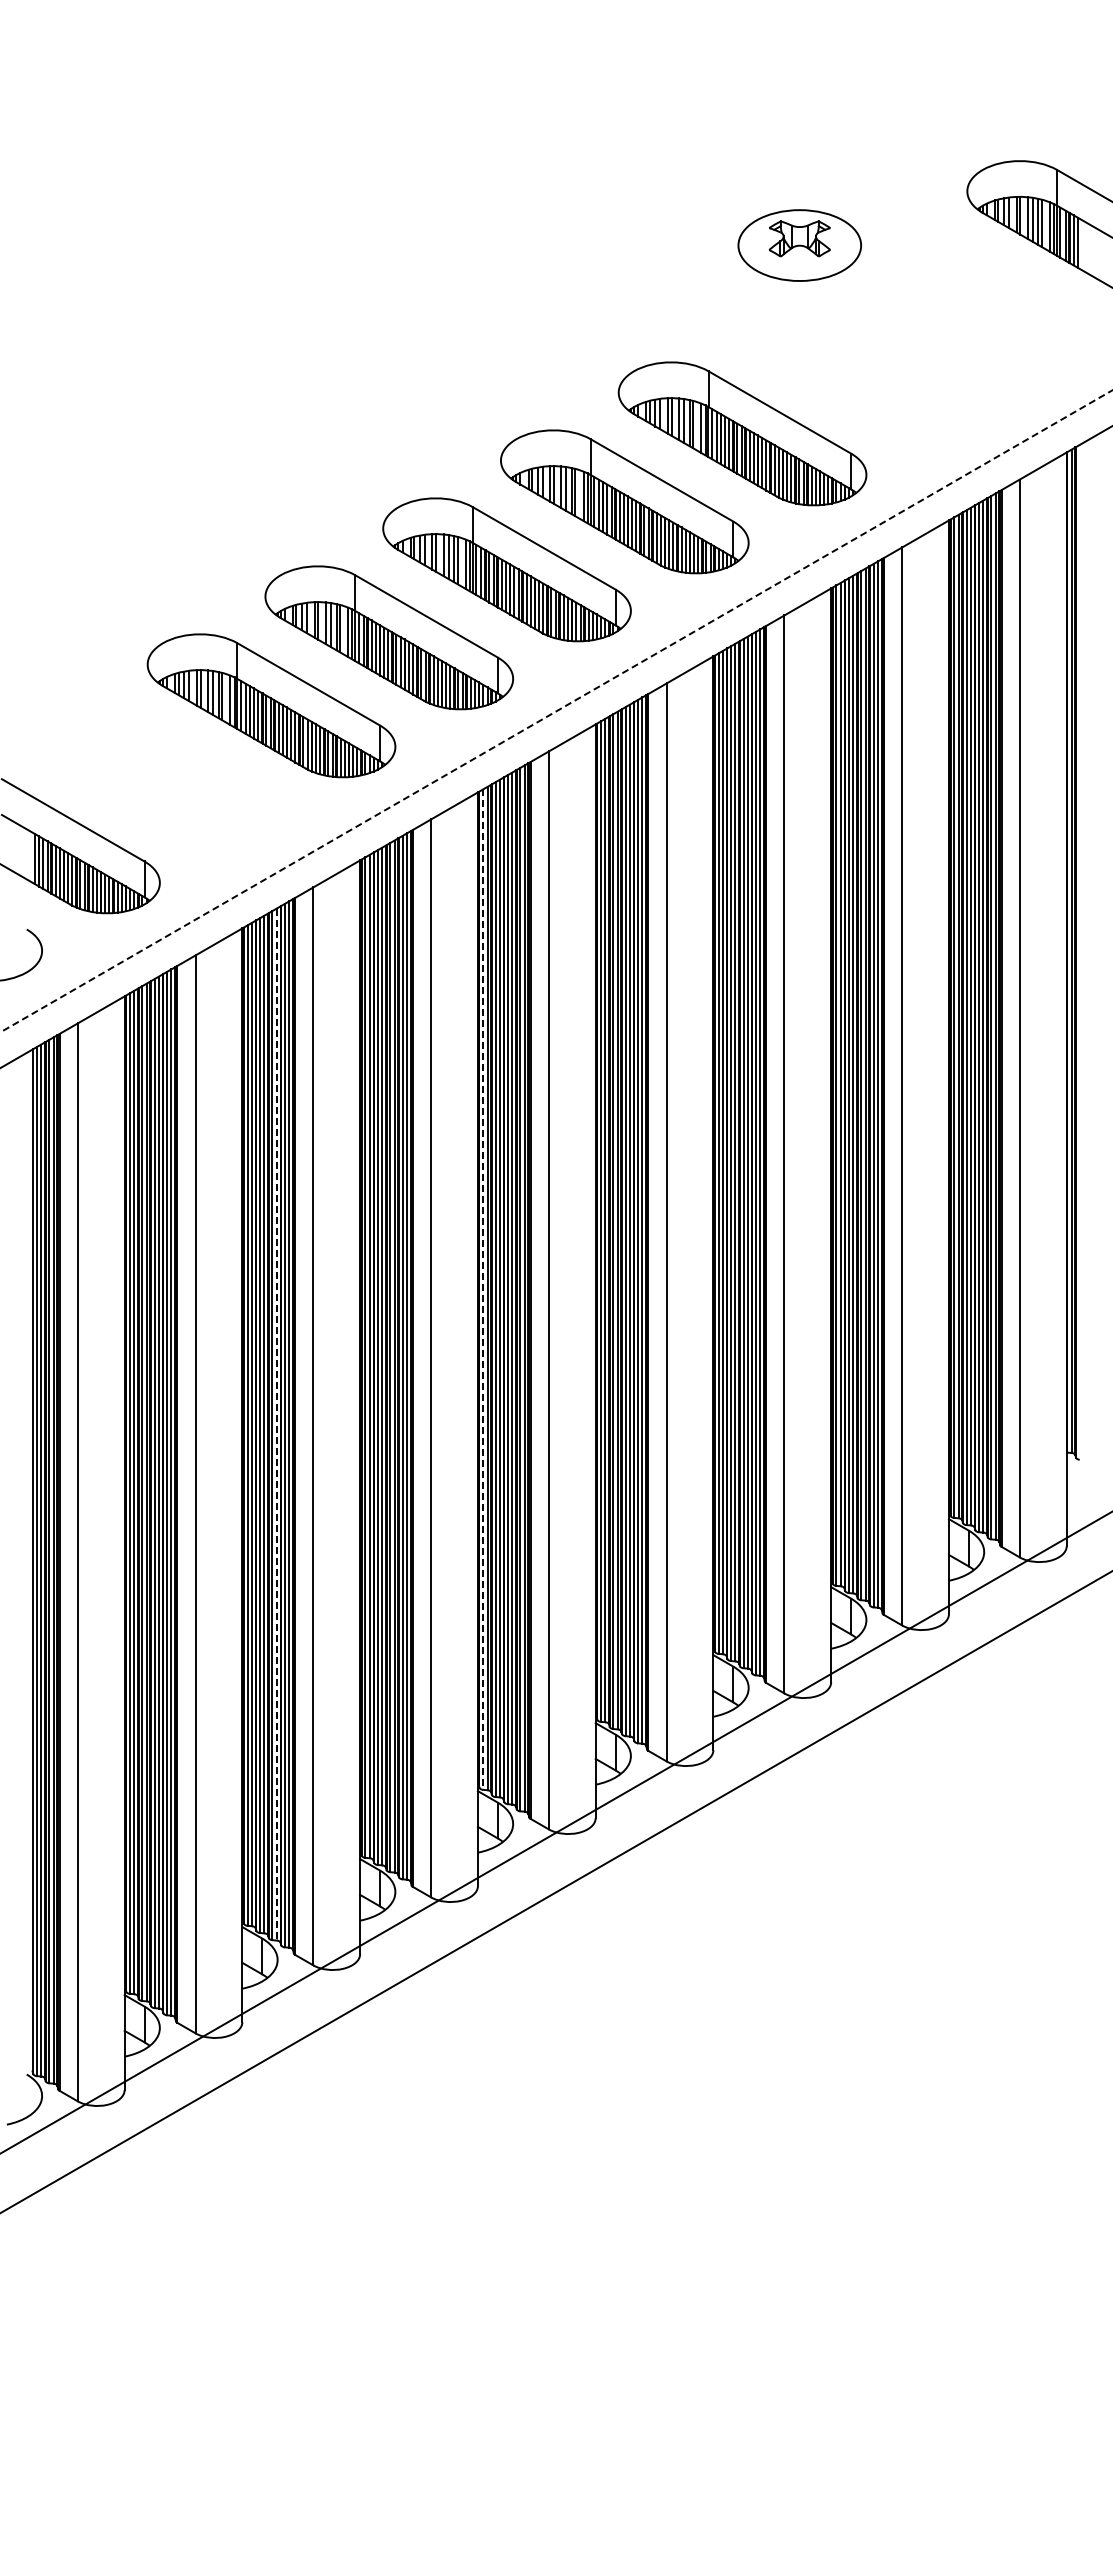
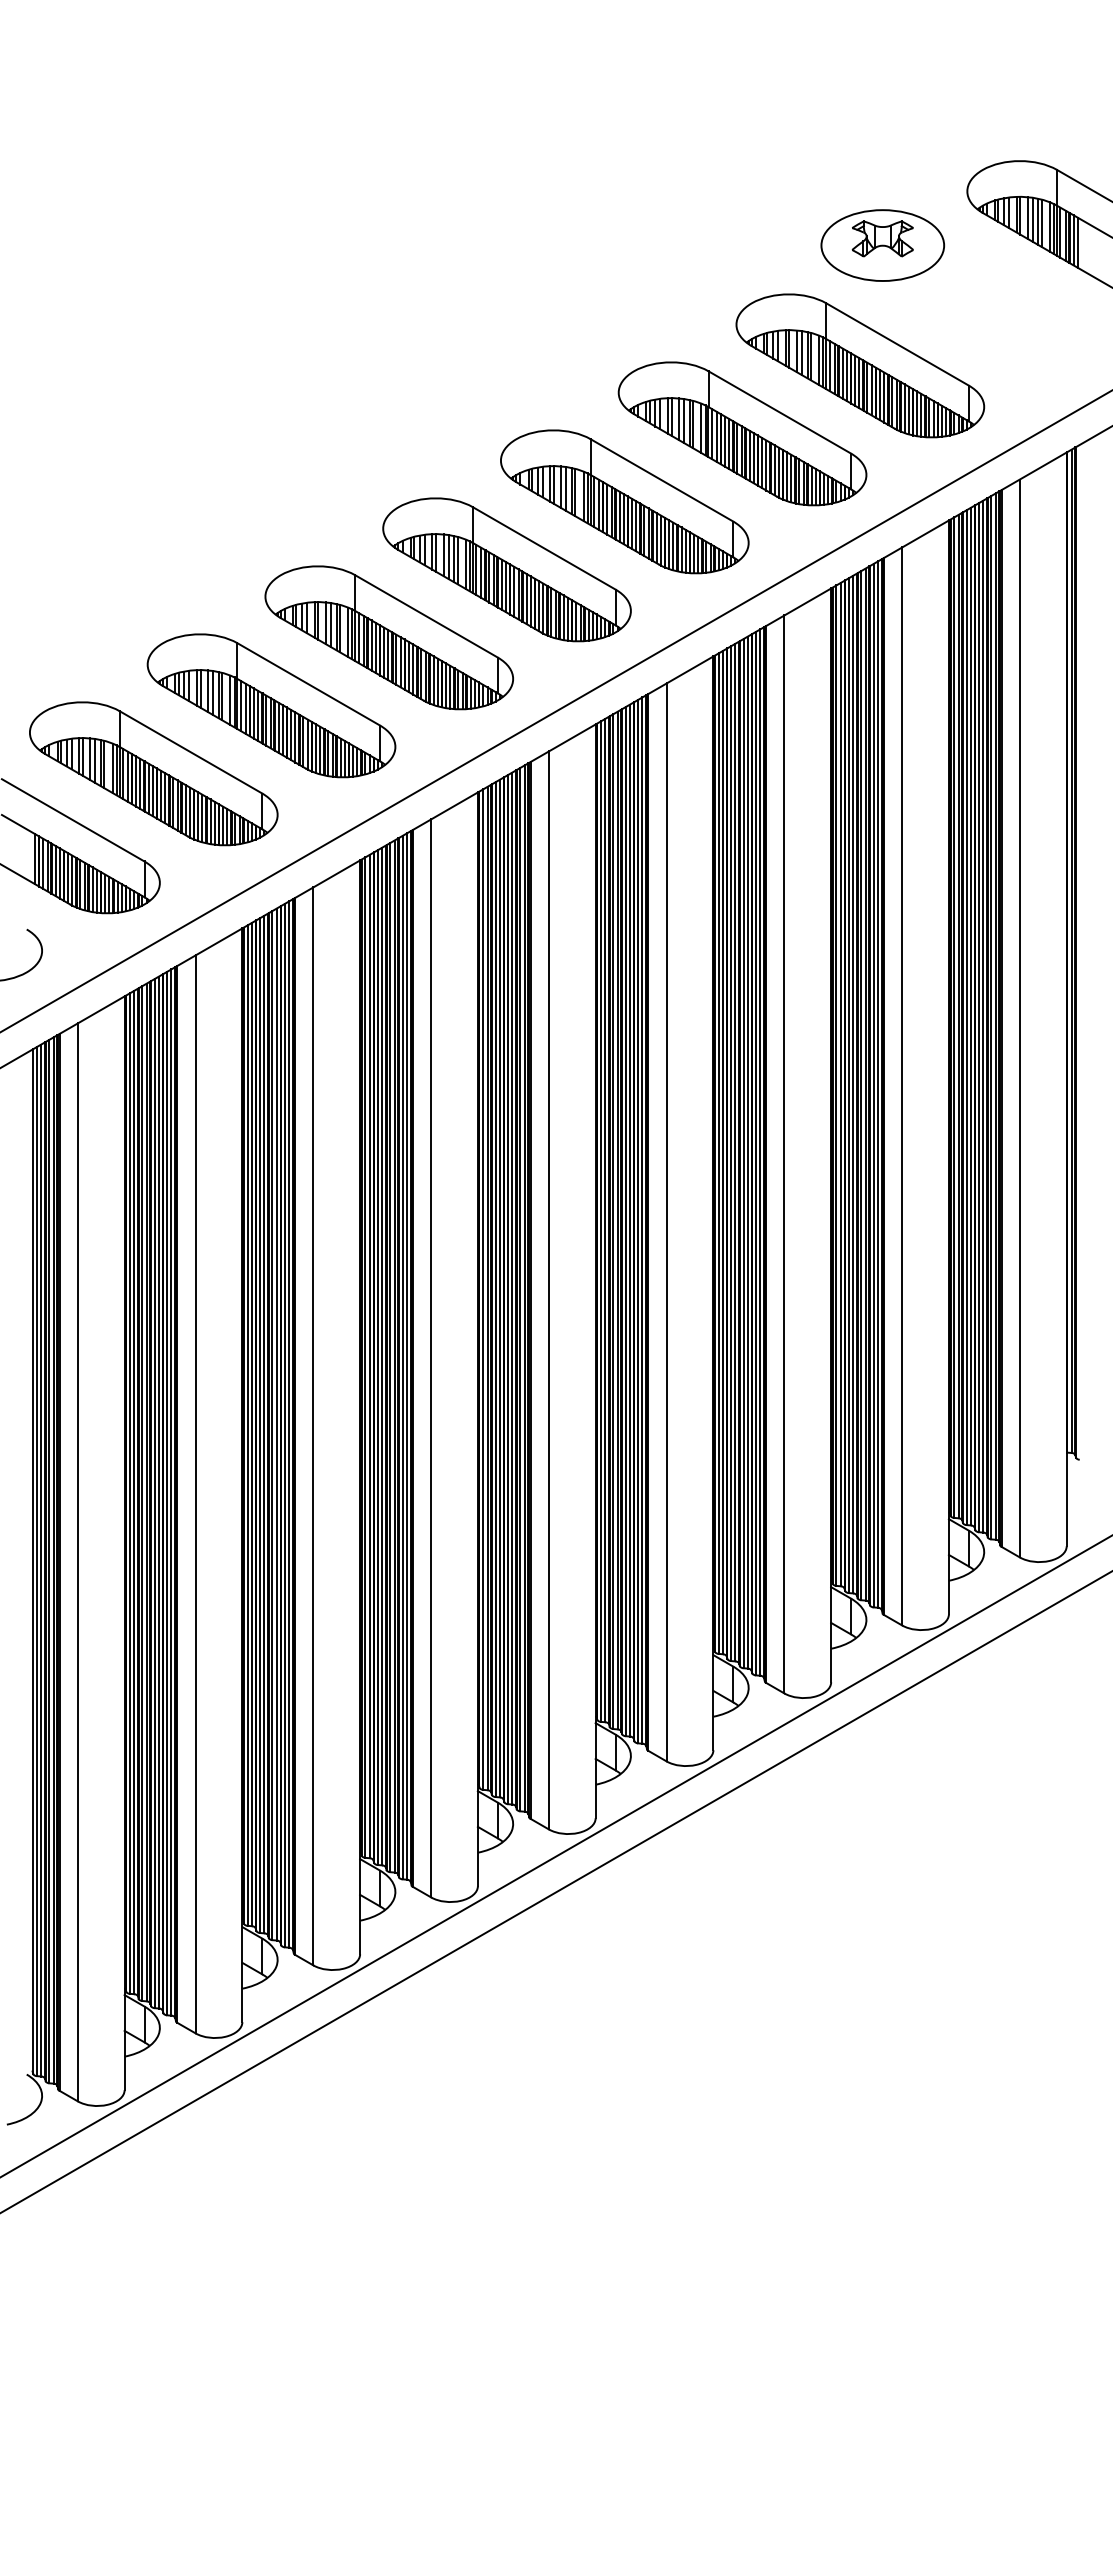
part at (799, 245) position: (799, 245) -> (882, 245)
part at (860, 365): none -> present
line at (556, 711): dashed -> solid
part at (153, 773): none -> present
line at (483, 1290): dashed -> solid
line at (276, 1424): dashed -> solid
line at (555, 1832) position: (555, 1832) -> (555, 1856)
